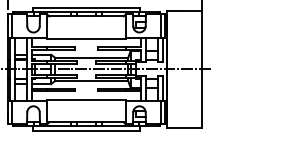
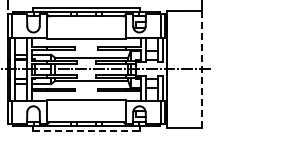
line at (202, 69): solid -> dashed
line at (86, 131): solid -> dashed
